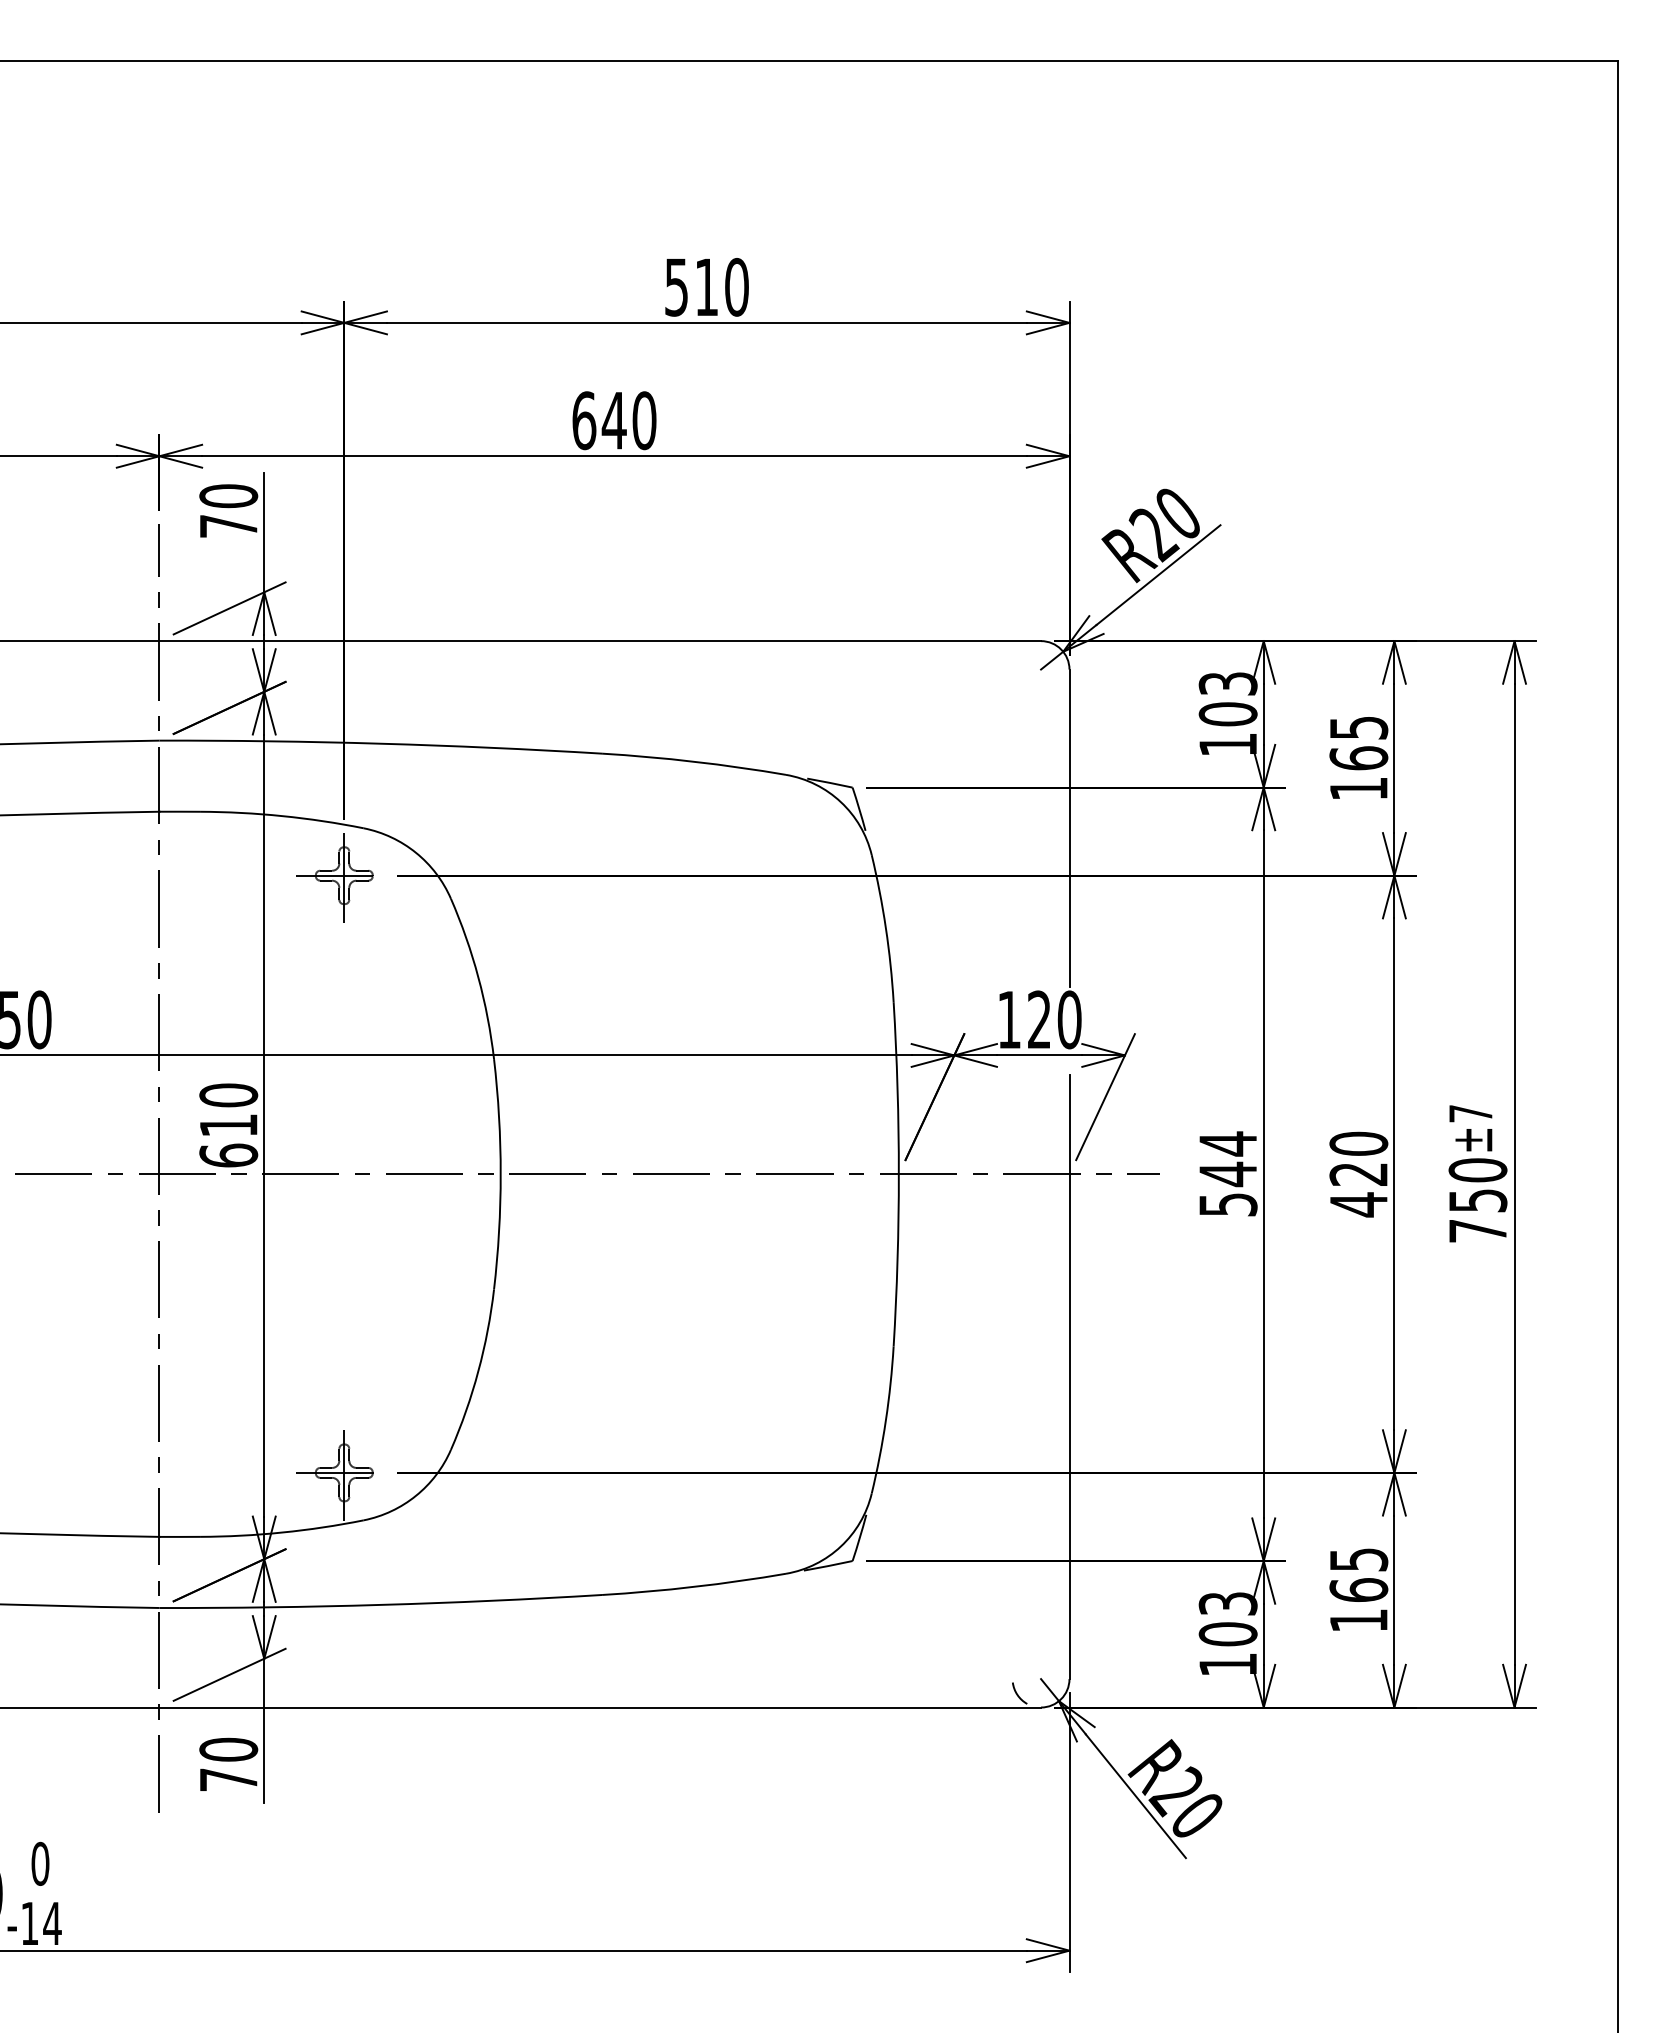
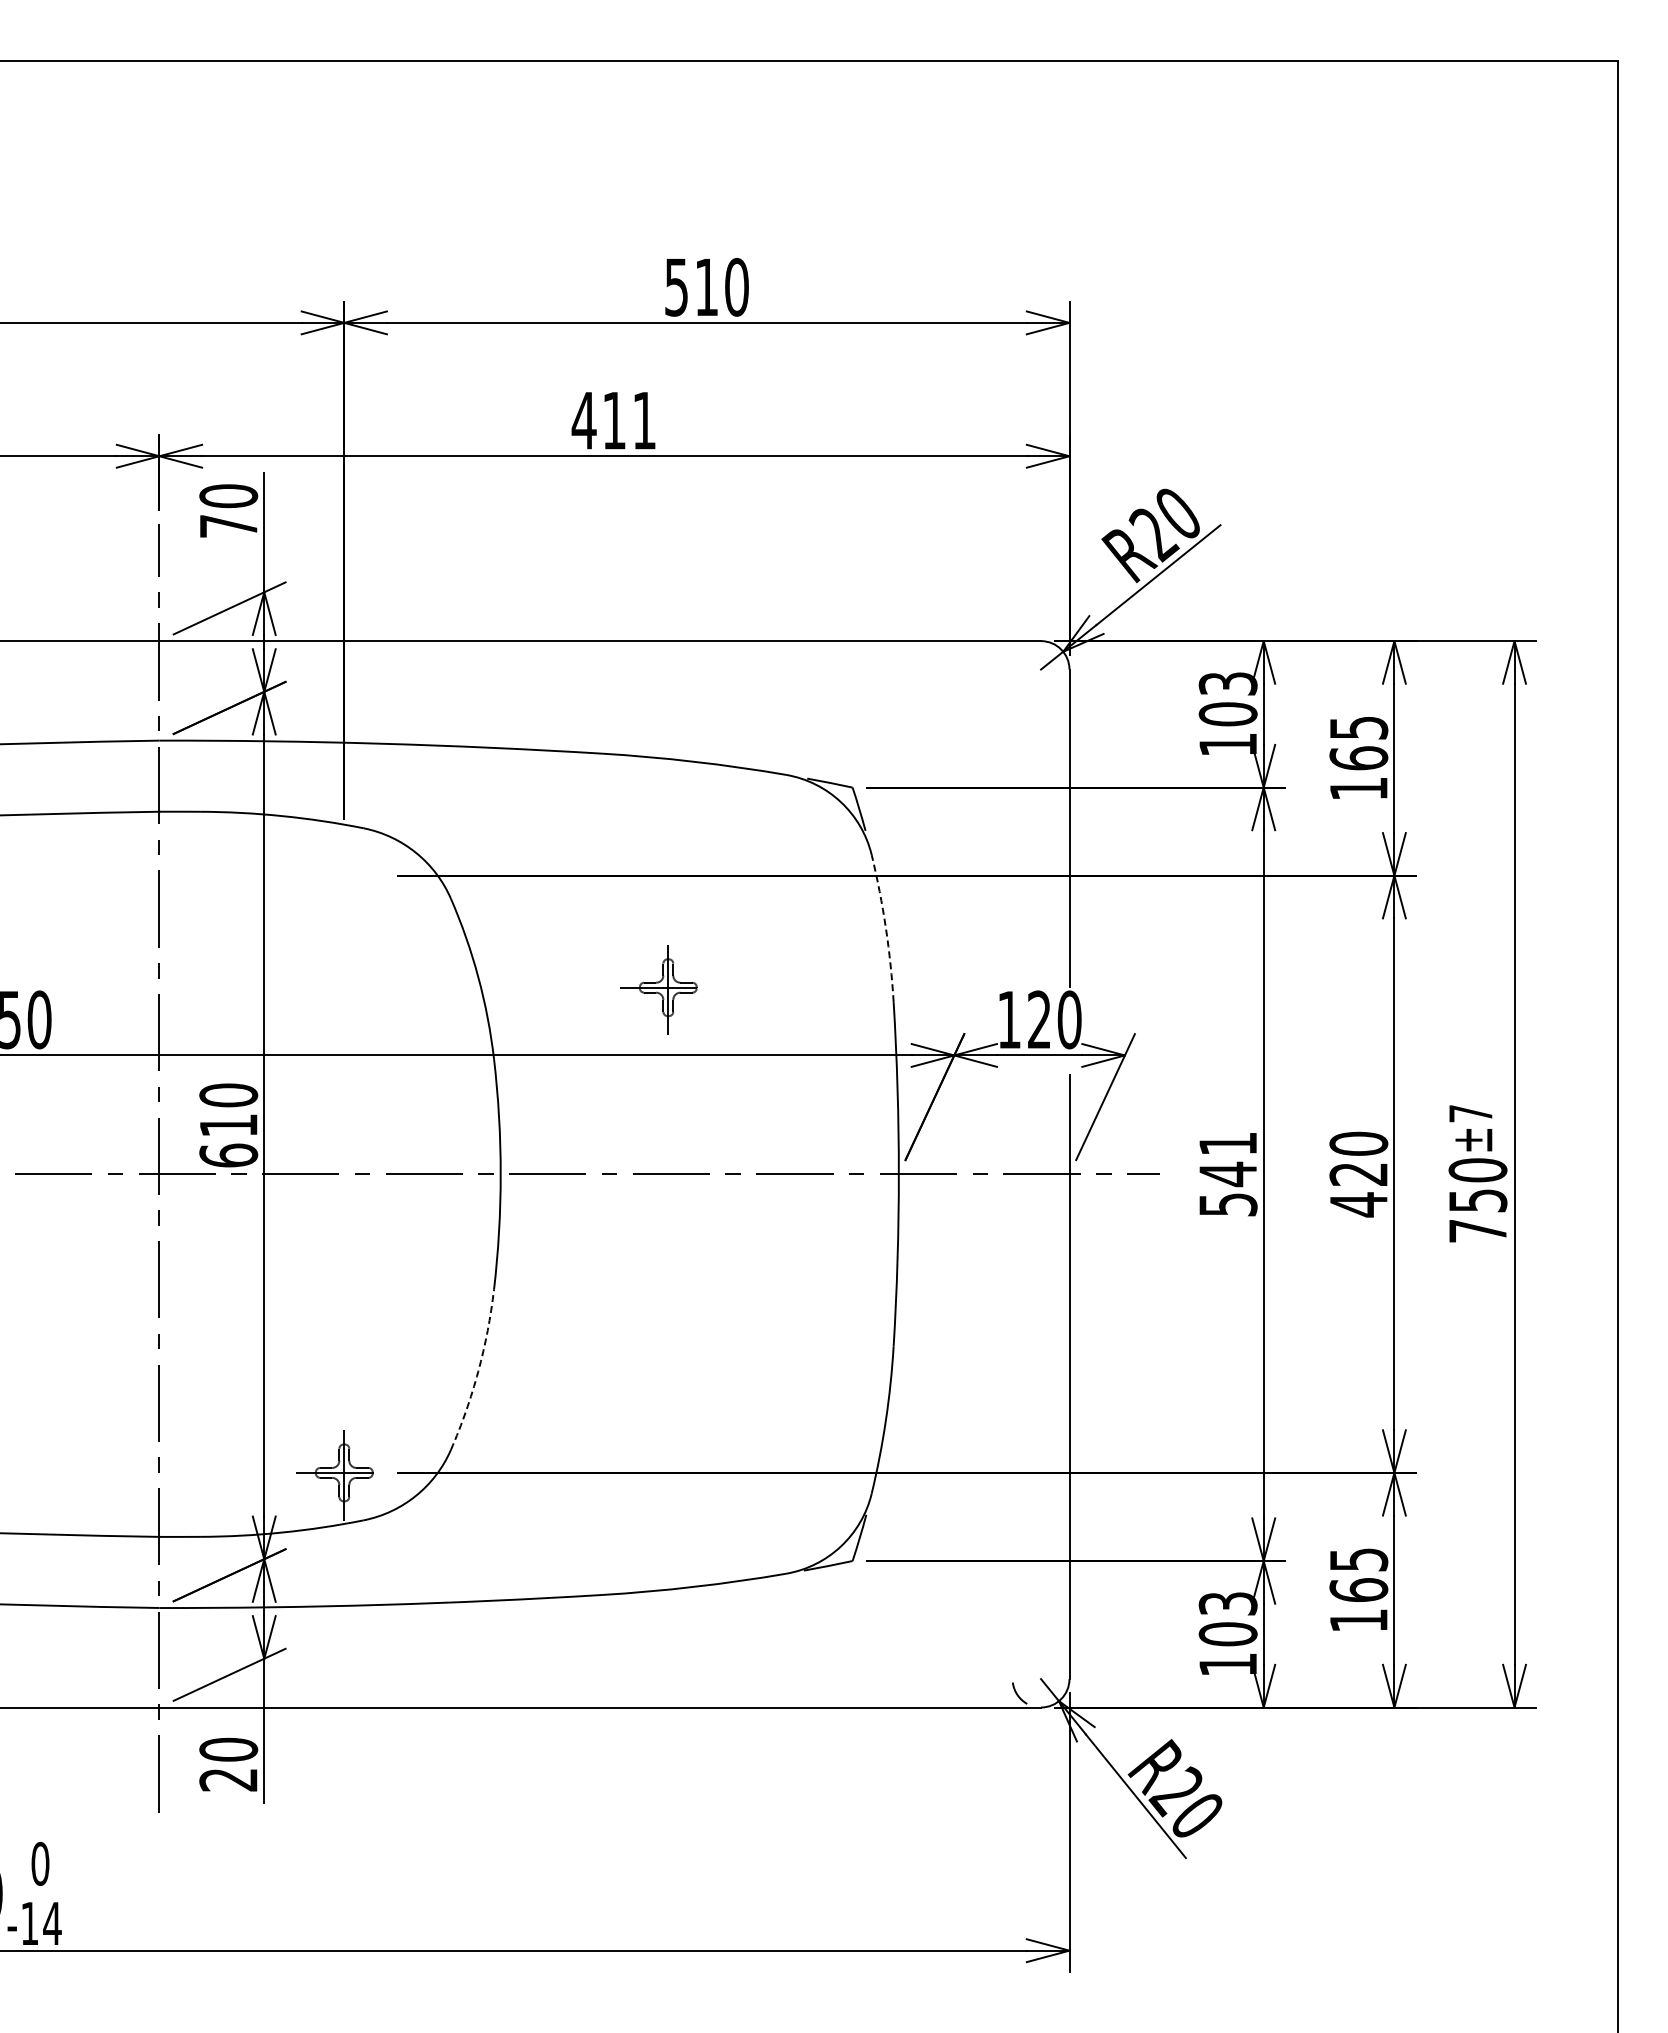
text at (613, 420): 640 -> 411
part at (334, 877) position: (334, 877) -> (658, 989)
arc at (885, 928): solid -> dashed
text at (1227, 1143): 544 -> 541
arc at (478, 1371): solid -> dashed
text at (228, 1779): 70 -> 20
